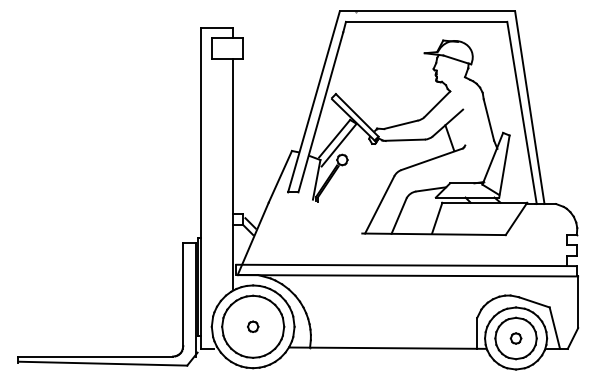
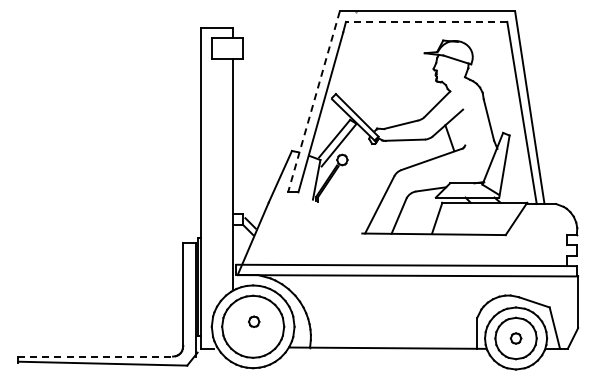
line at (426, 21): solid -> dashed
line at (313, 102): solid -> dashed
part at (253, 326) position: (253, 326) -> (254, 321)
line at (95, 356): solid -> dashed
